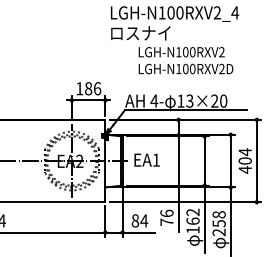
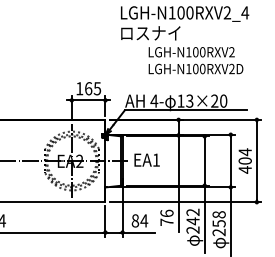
text at (175, 40) position: (175, 40) -> (185, 40)
text at (93, 88): 186 -> 165
text at (192, 225): 162 -> 242
